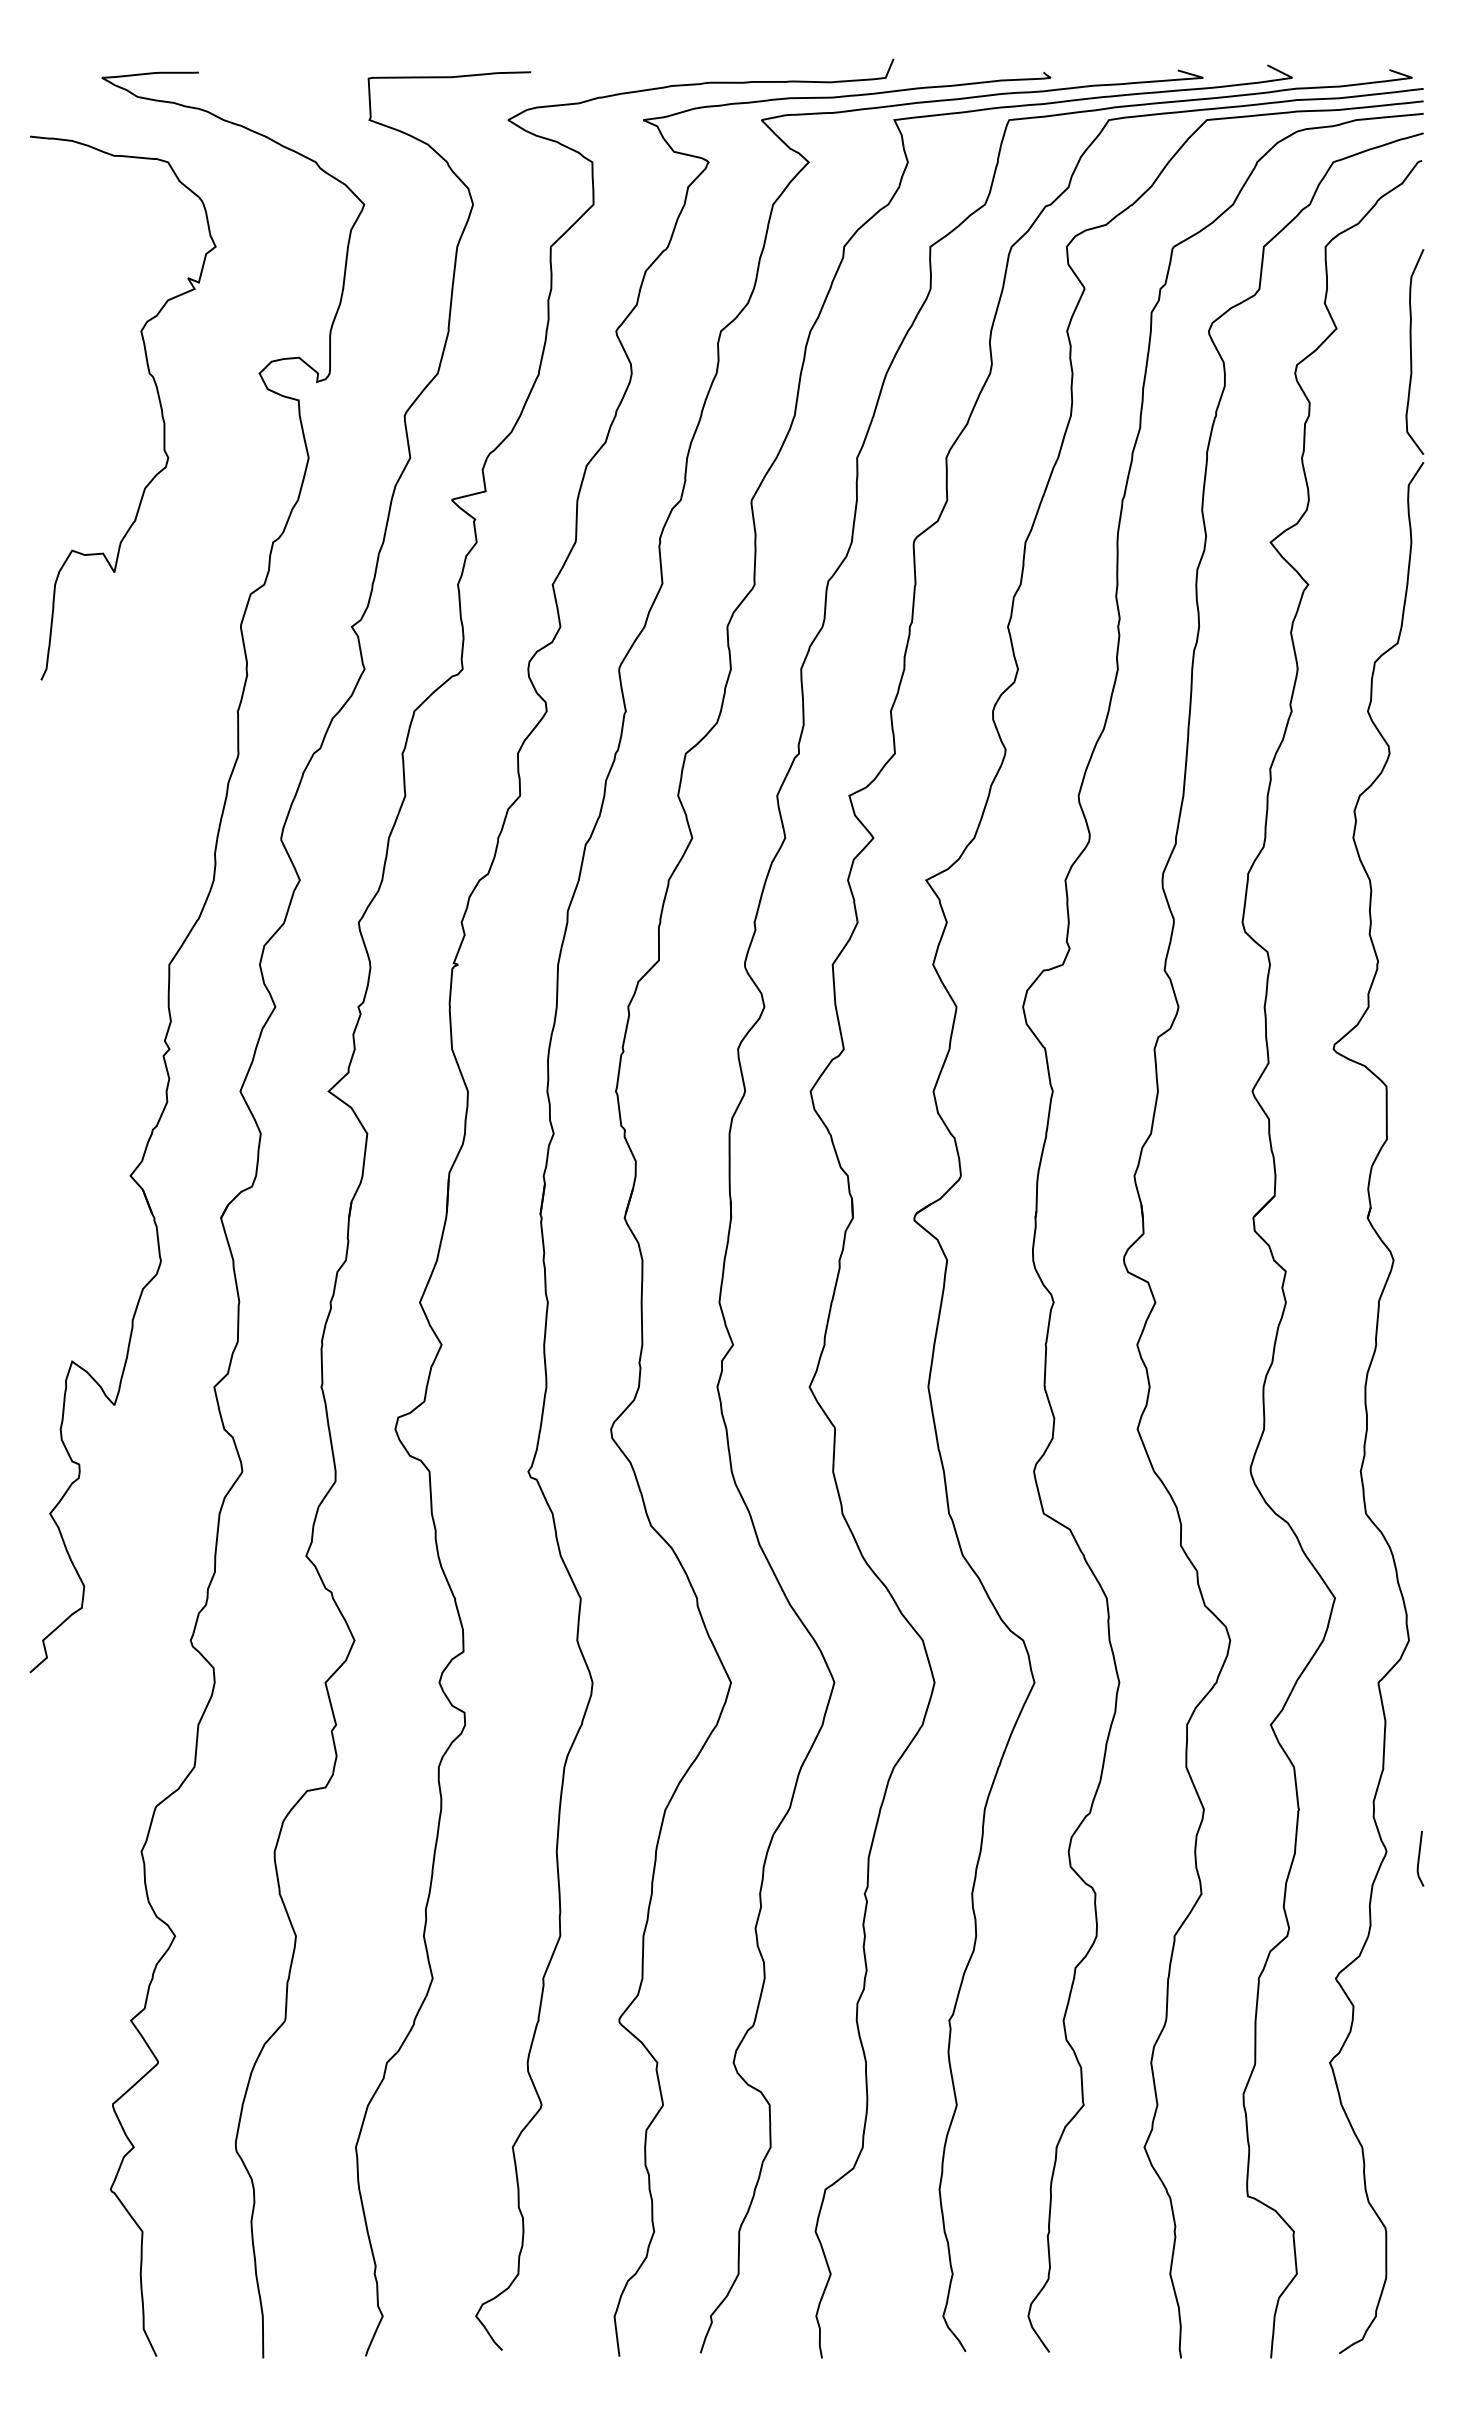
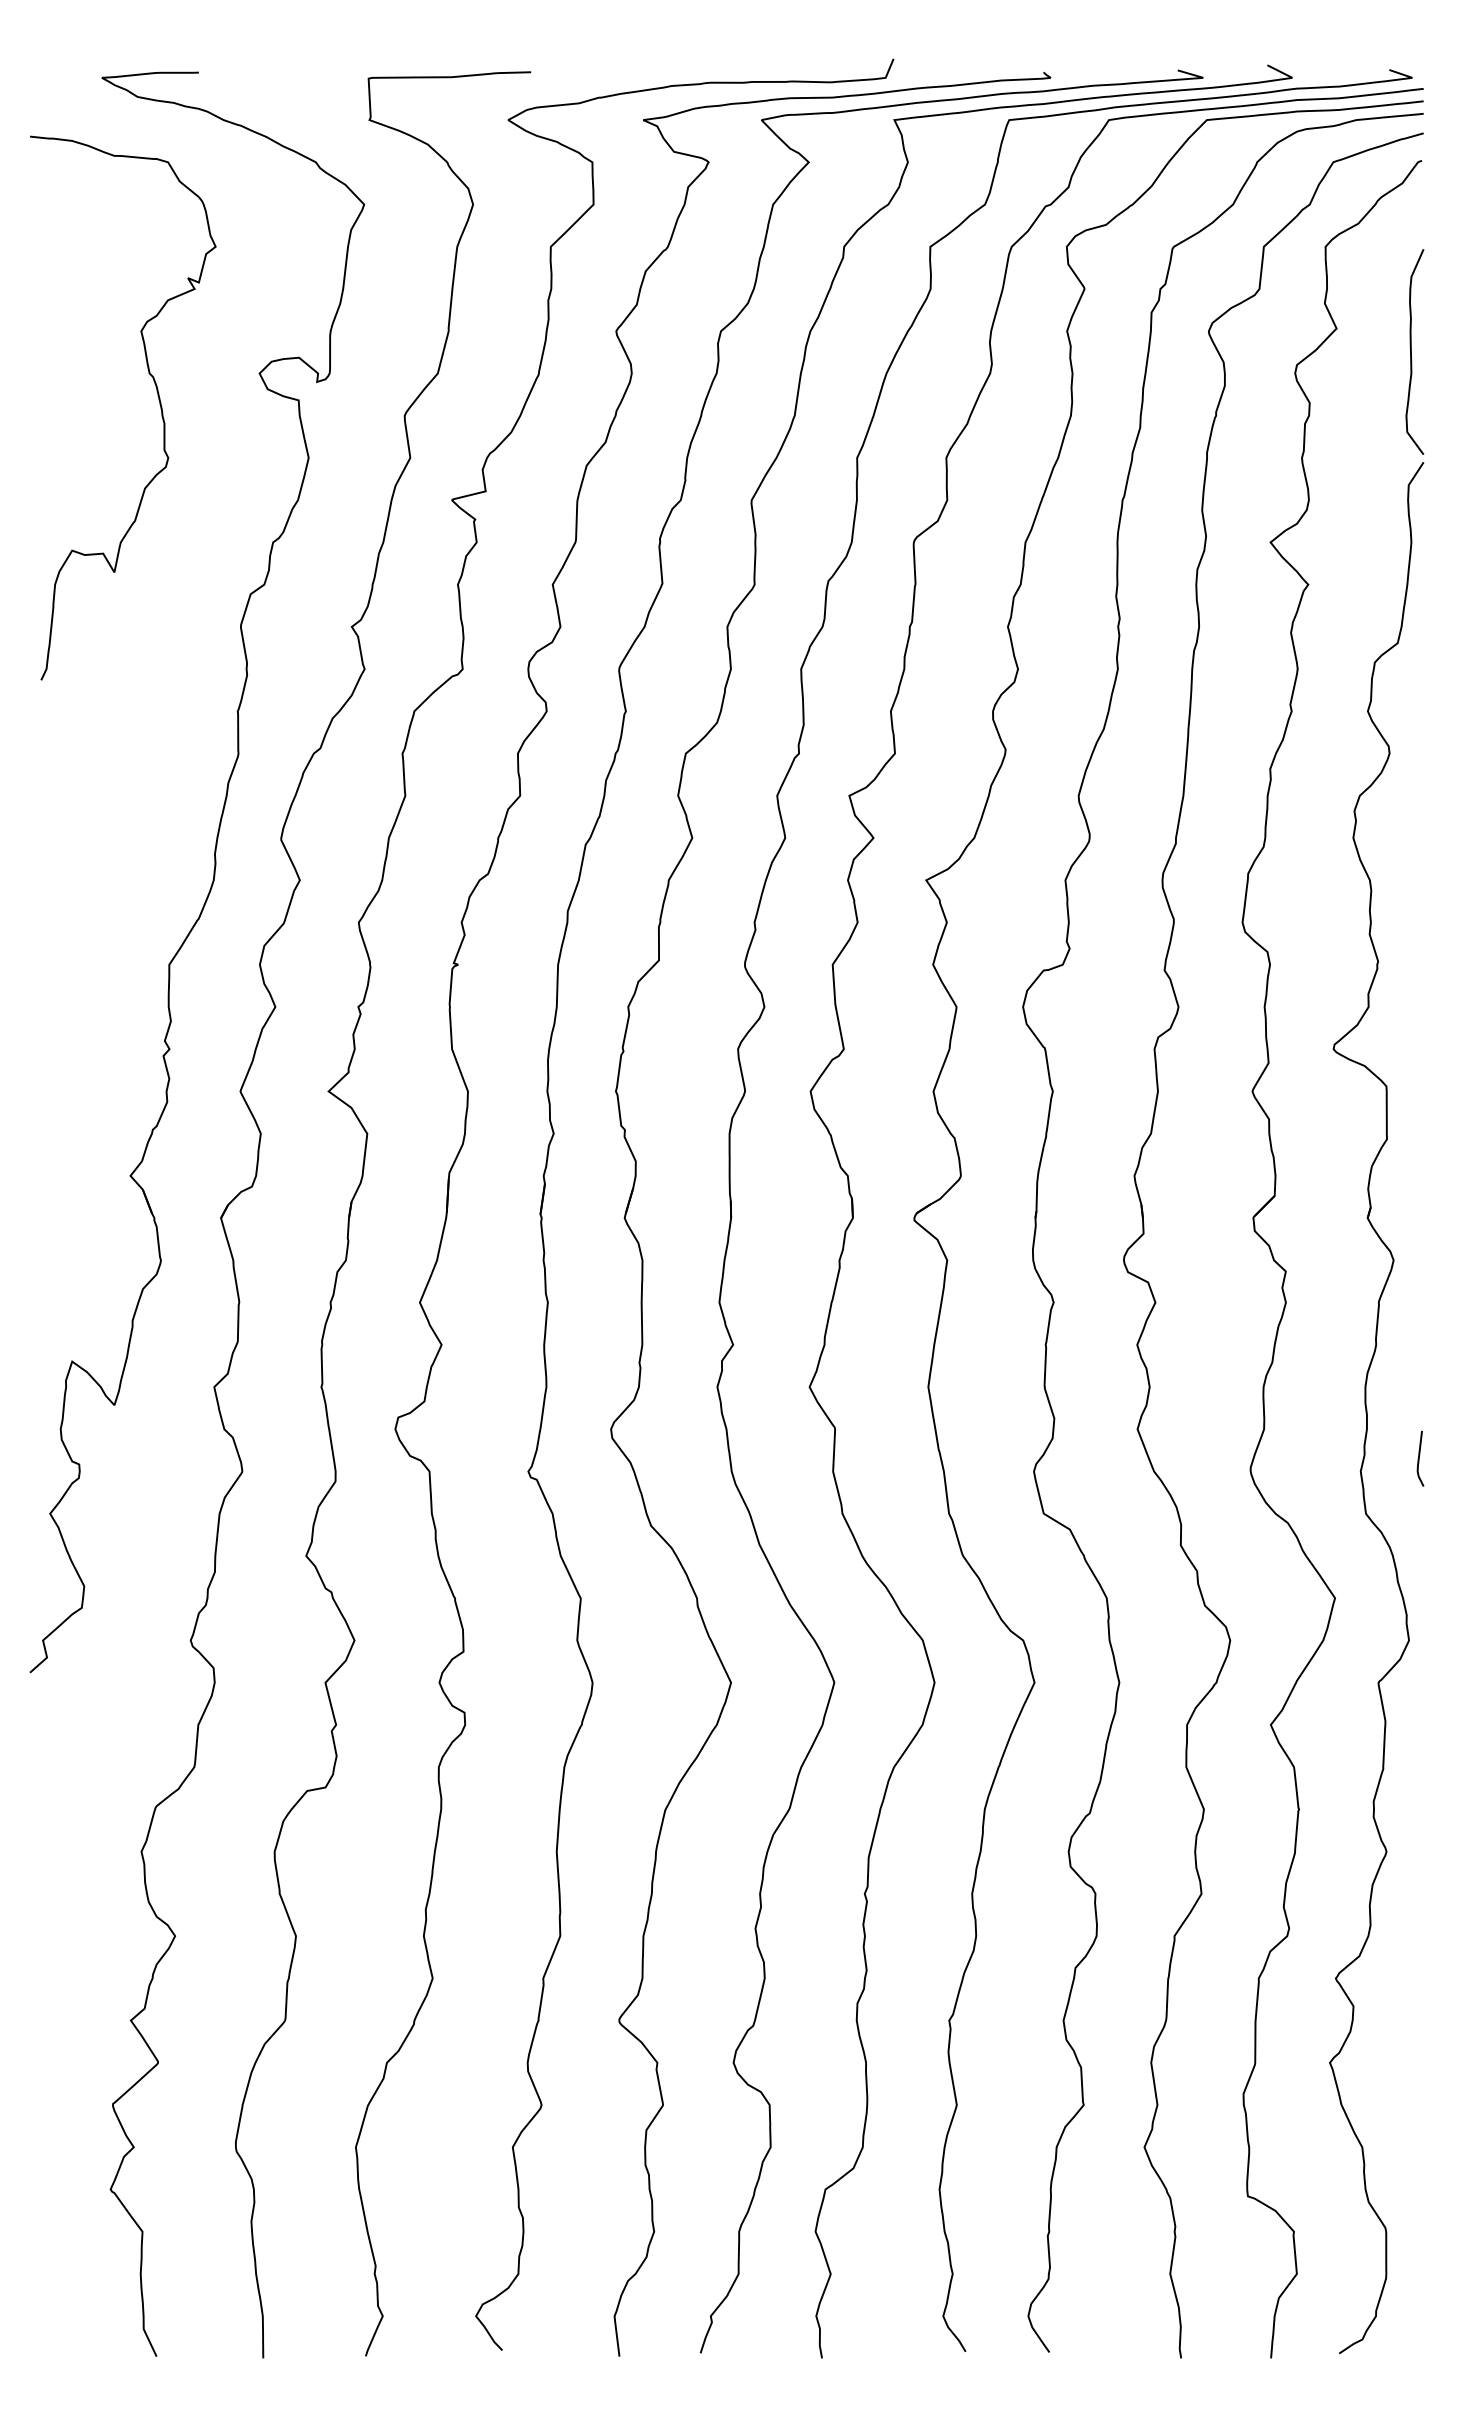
line at (1419, 1858) position: (1419, 1858) -> (1419, 1458)
